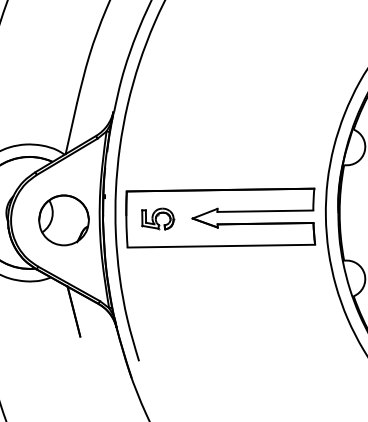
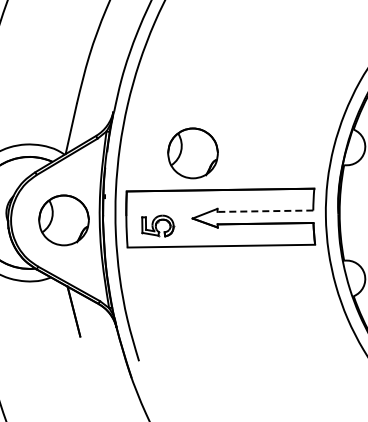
part at (192, 153): none -> present
line at (265, 211): solid -> dashed
part at (158, 218) position: (158, 218) -> (158, 225)
